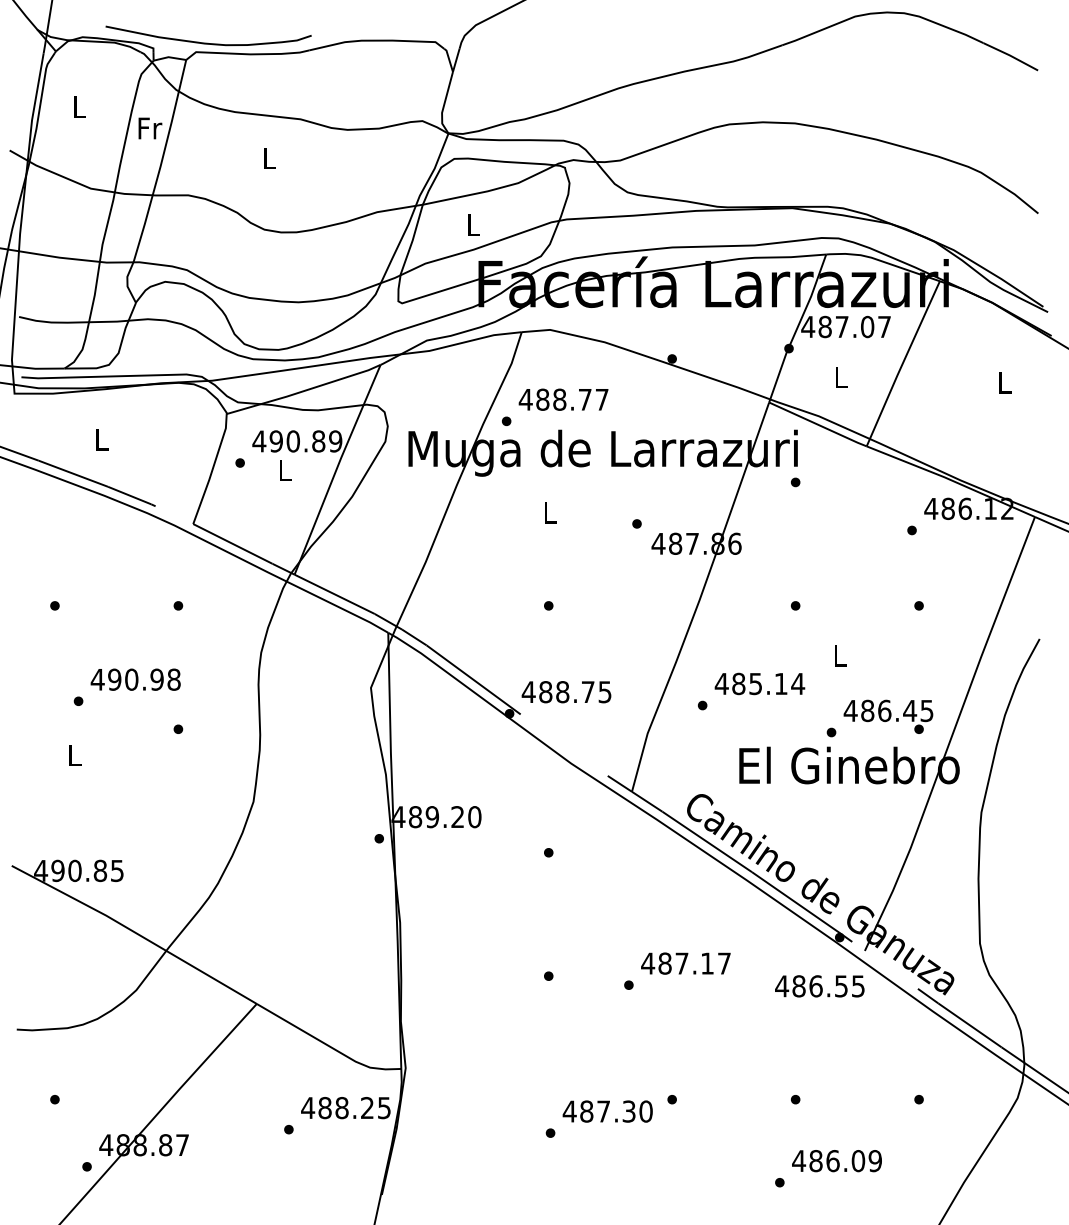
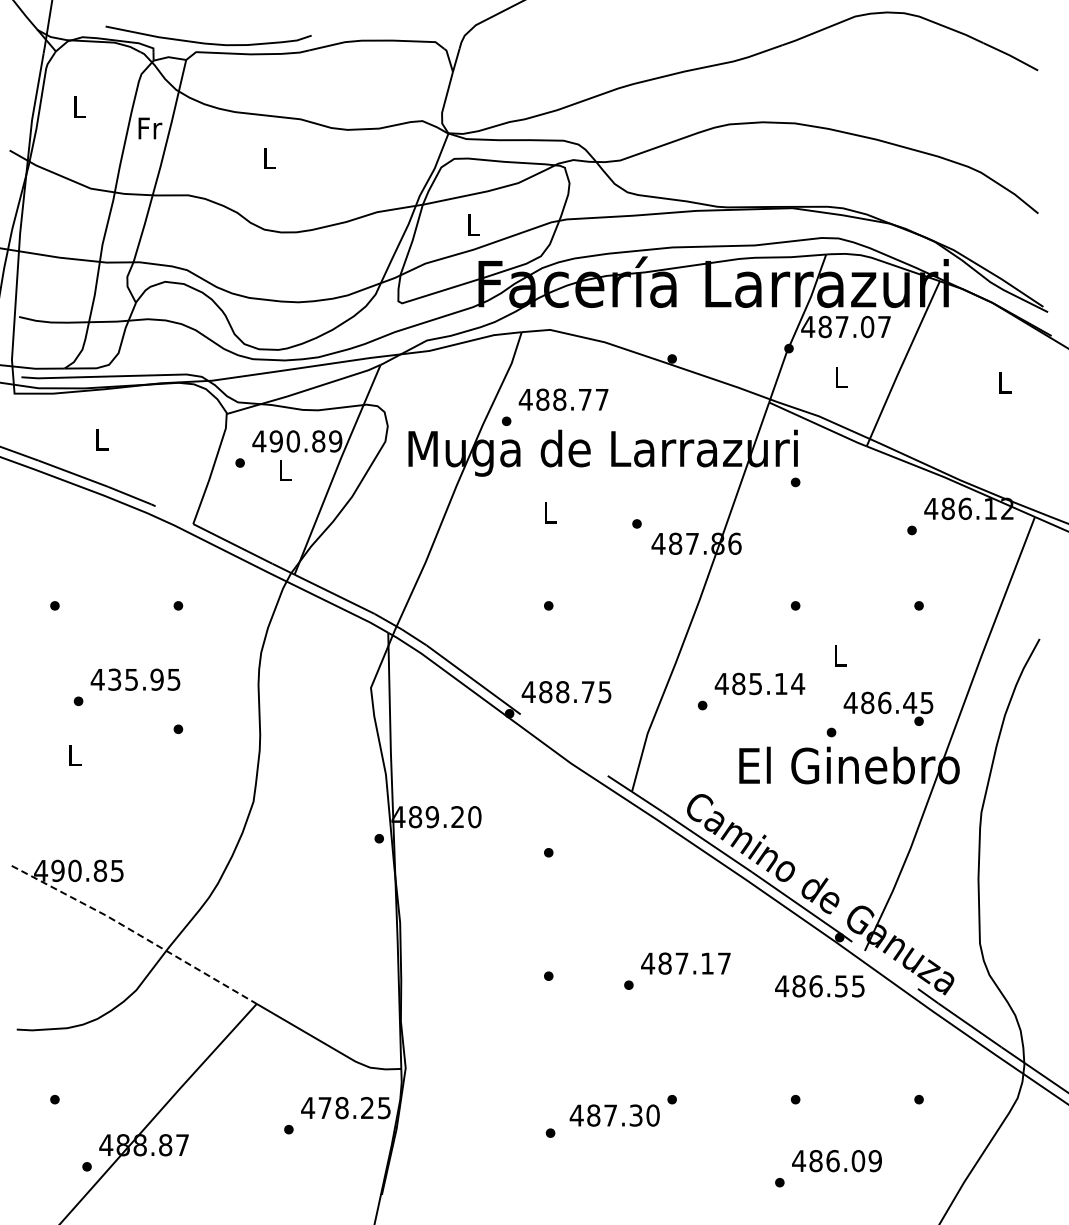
text at (144, 679): 490.98 -> 435.95
text at (888, 716) position: (888, 716) -> (888, 708)
line at (135, 932): solid -> dashed
text at (324, 1107): 488.25 -> 478.25
text at (607, 1111) position: (607, 1111) -> (614, 1115)
